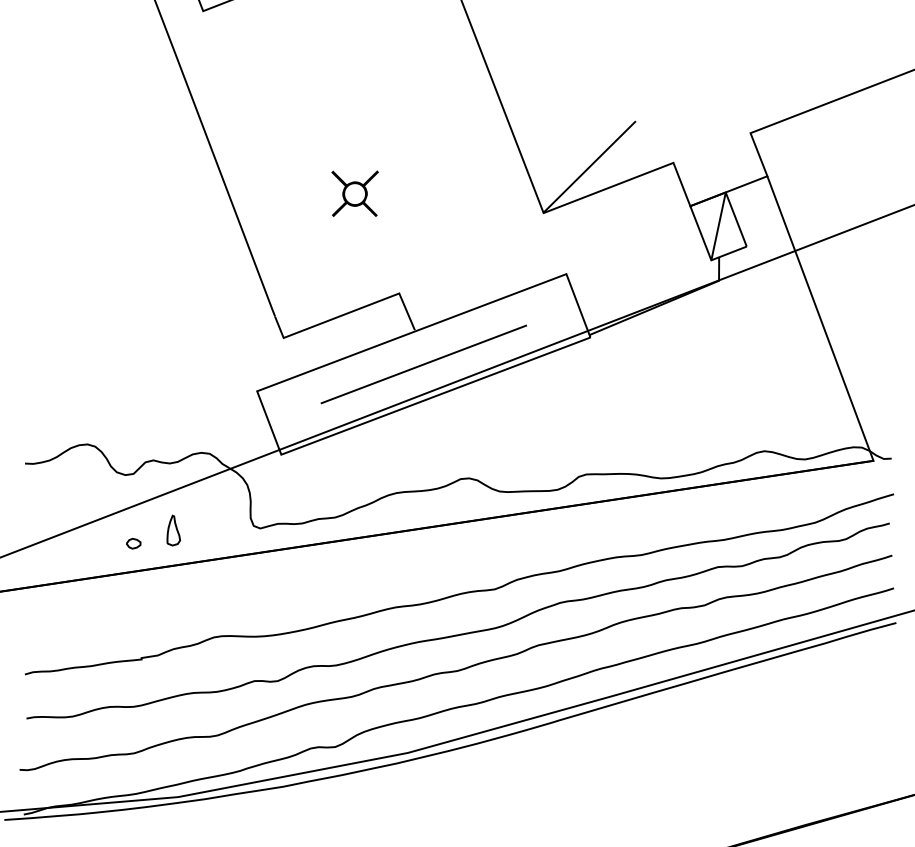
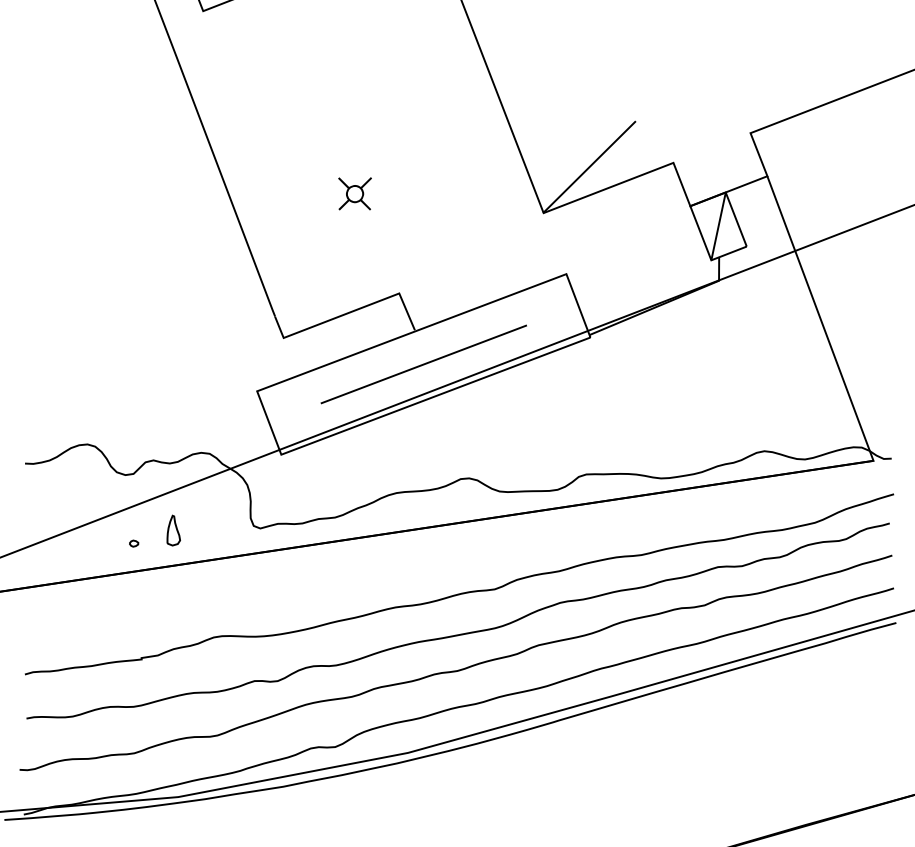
part at (354, 193) size: 48x47 px -> 34x34 px
part at (133, 543) size: 16x13 px -> 11x9 px
